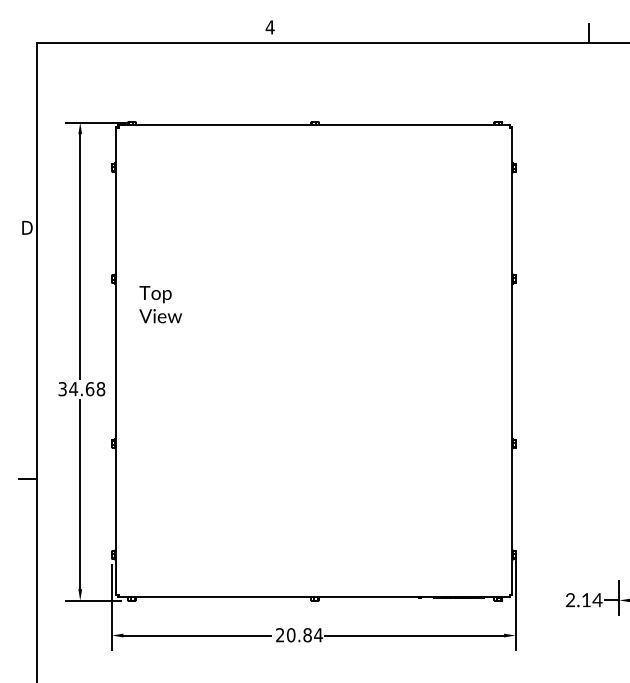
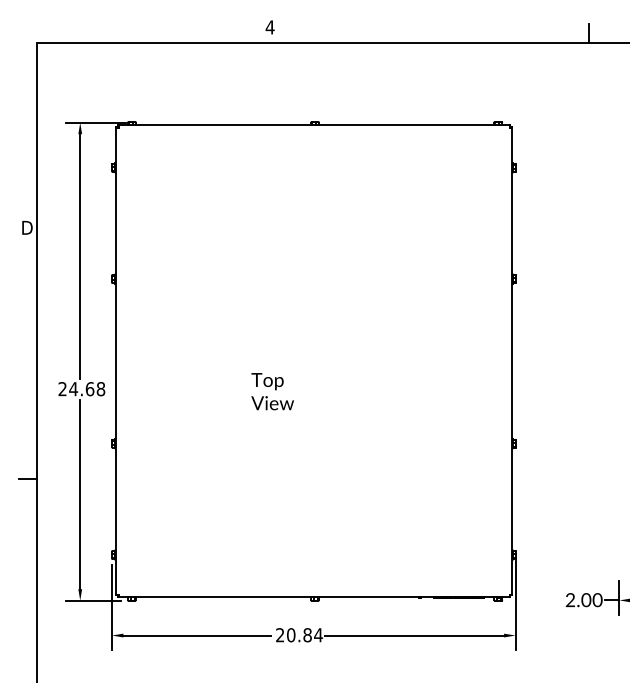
text at (160, 304) position: (160, 304) -> (272, 391)
text at (62, 389): 34.68 -> 24.68
text at (591, 600): 2.14 -> 2.00
